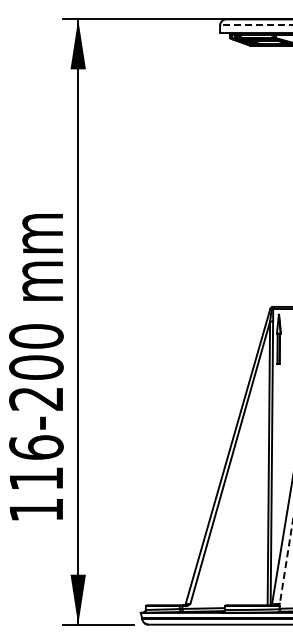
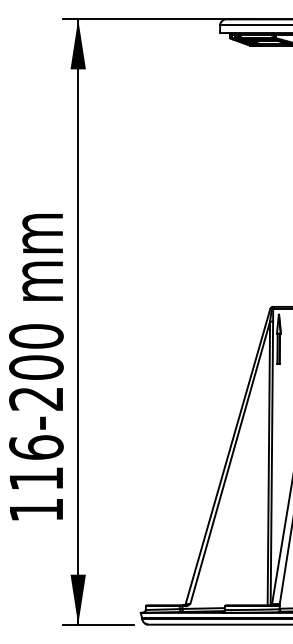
line at (256, 25): dashed -> solid
line at (286, 562): dashed -> solid
